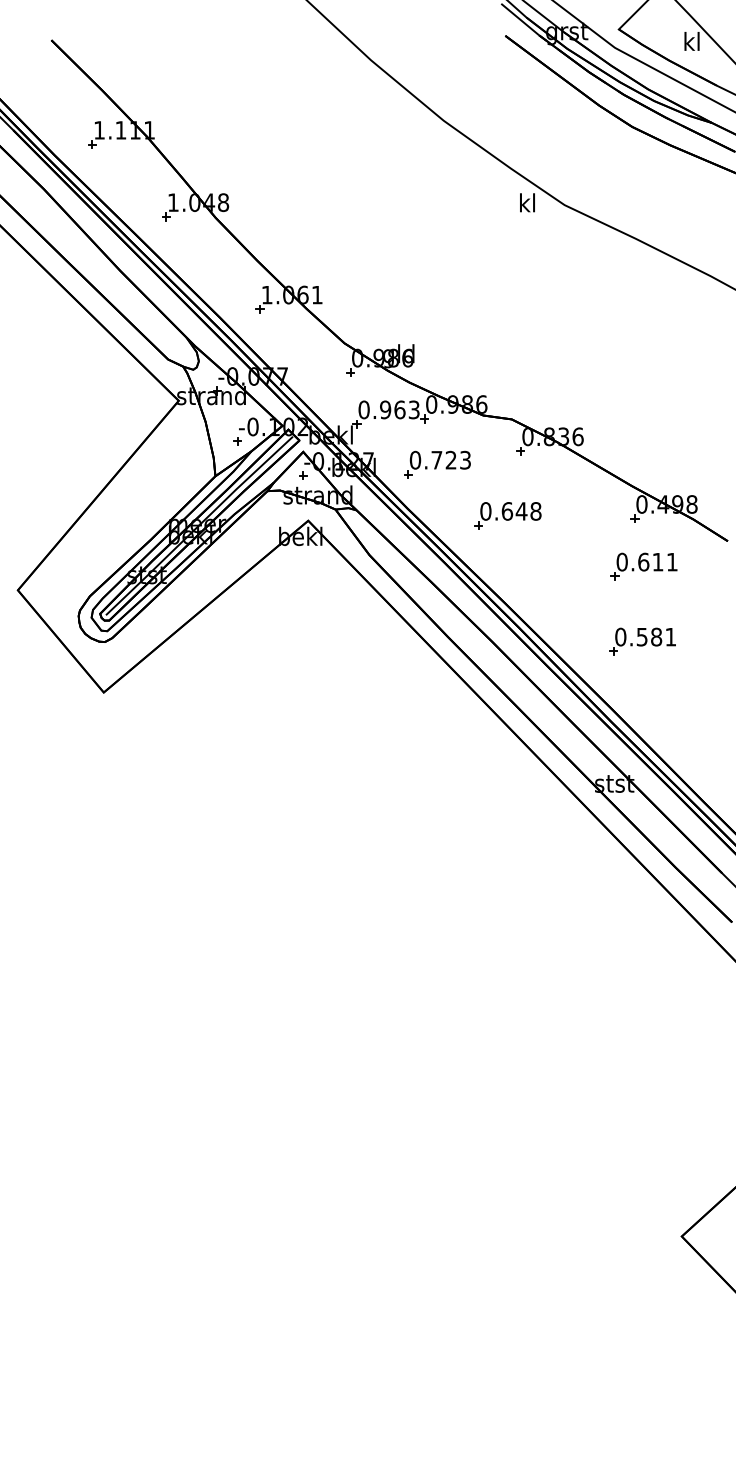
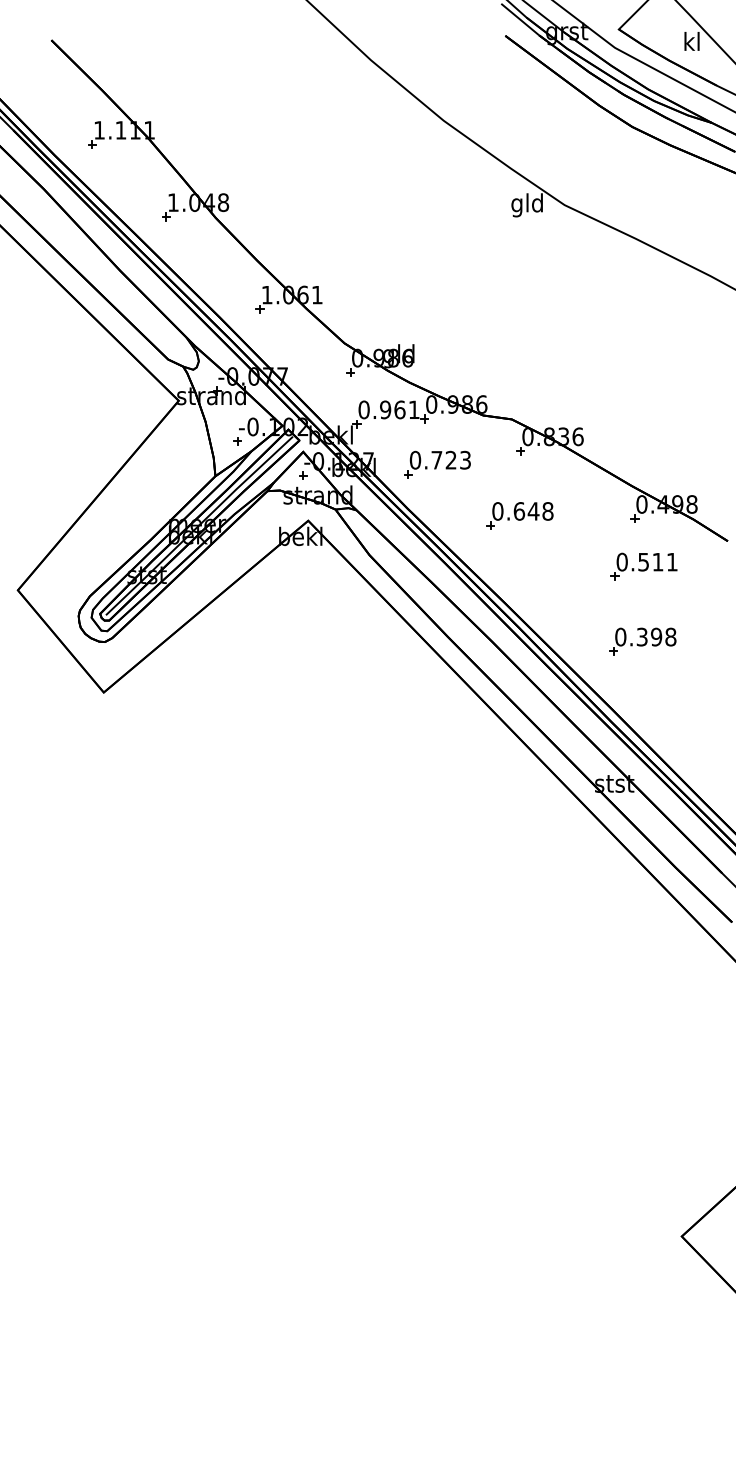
text at (526, 205): kl -> gld
text at (413, 409): 0.963 -> 0.961
part at (507, 515) position: (507, 515) -> (519, 515)
text at (643, 561): 0.611 -> 0.511
text at (656, 636): 0.581 -> 0.398
